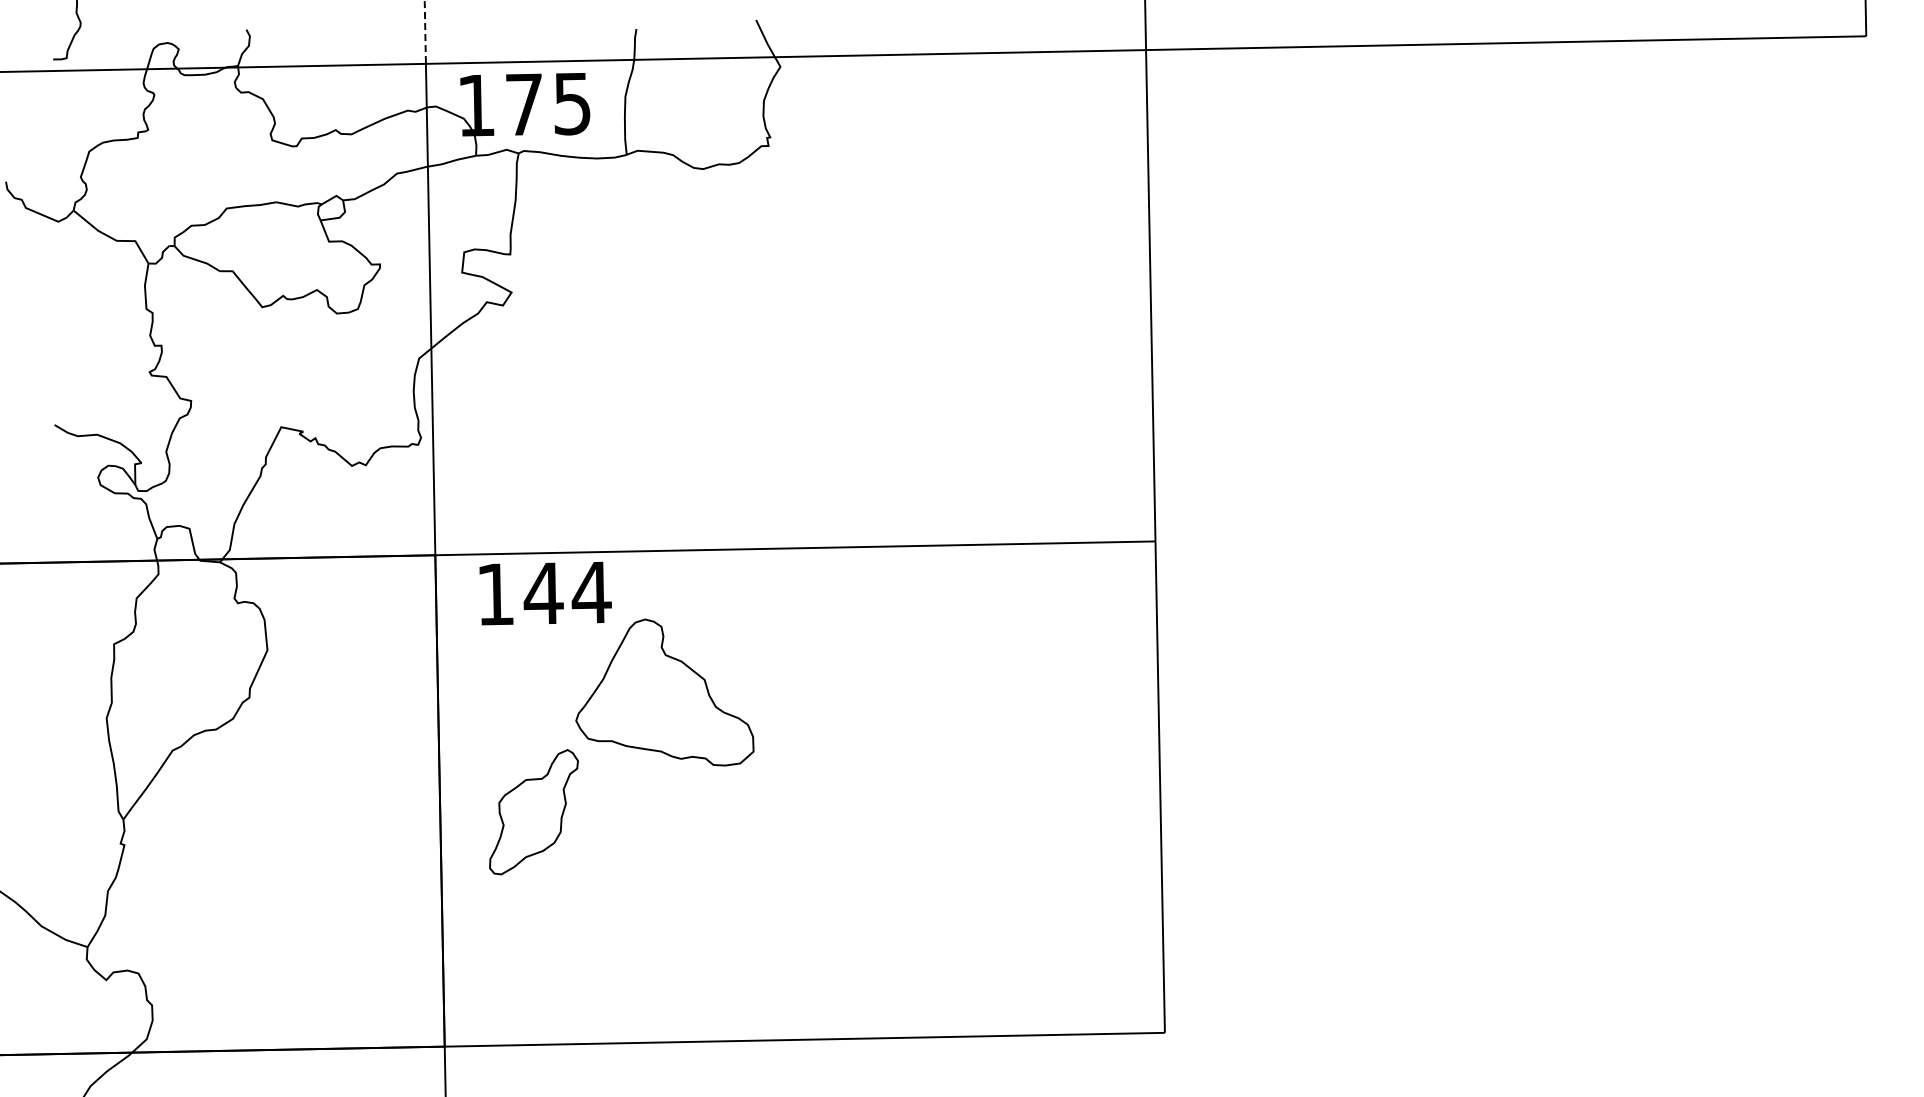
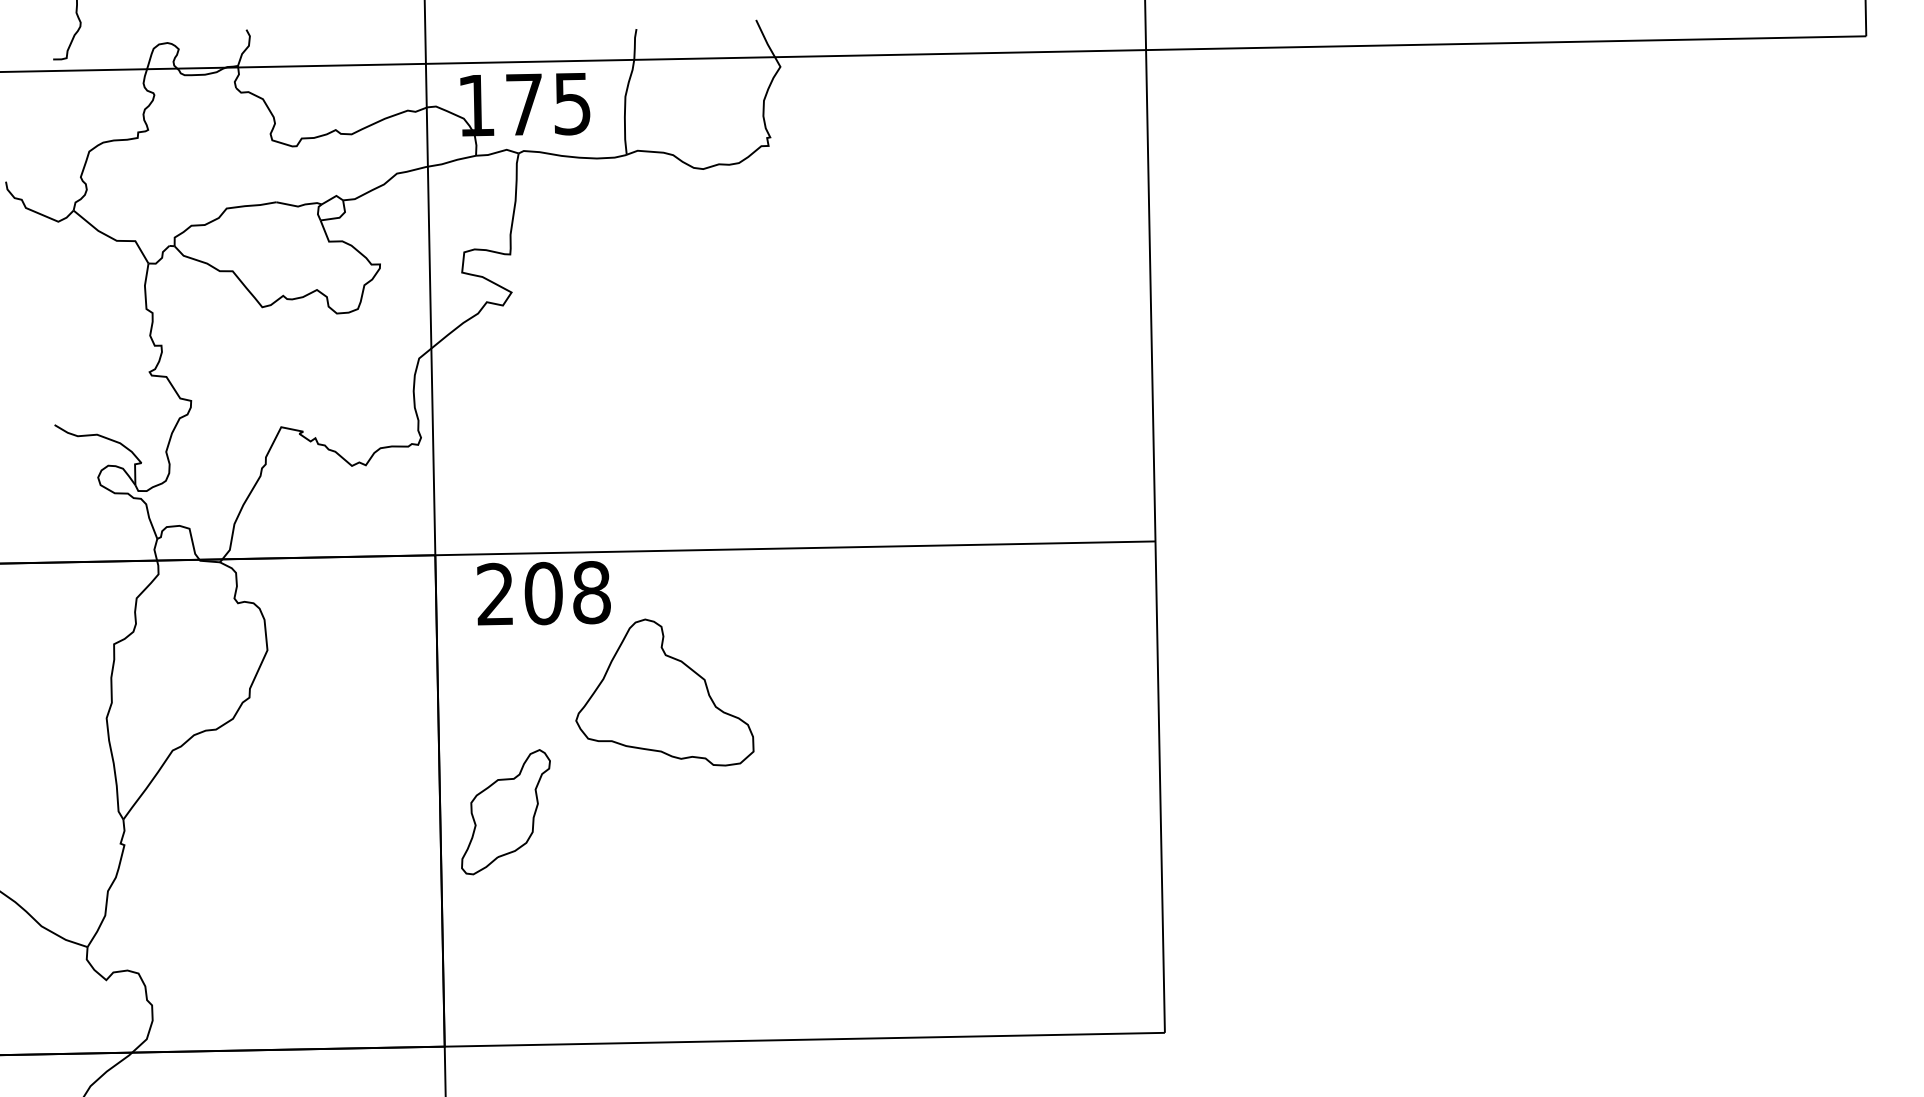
line at (425, 32): dashed -> solid
text at (544, 593): 144 -> 208
part at (533, 812) position: (533, 812) -> (505, 812)
